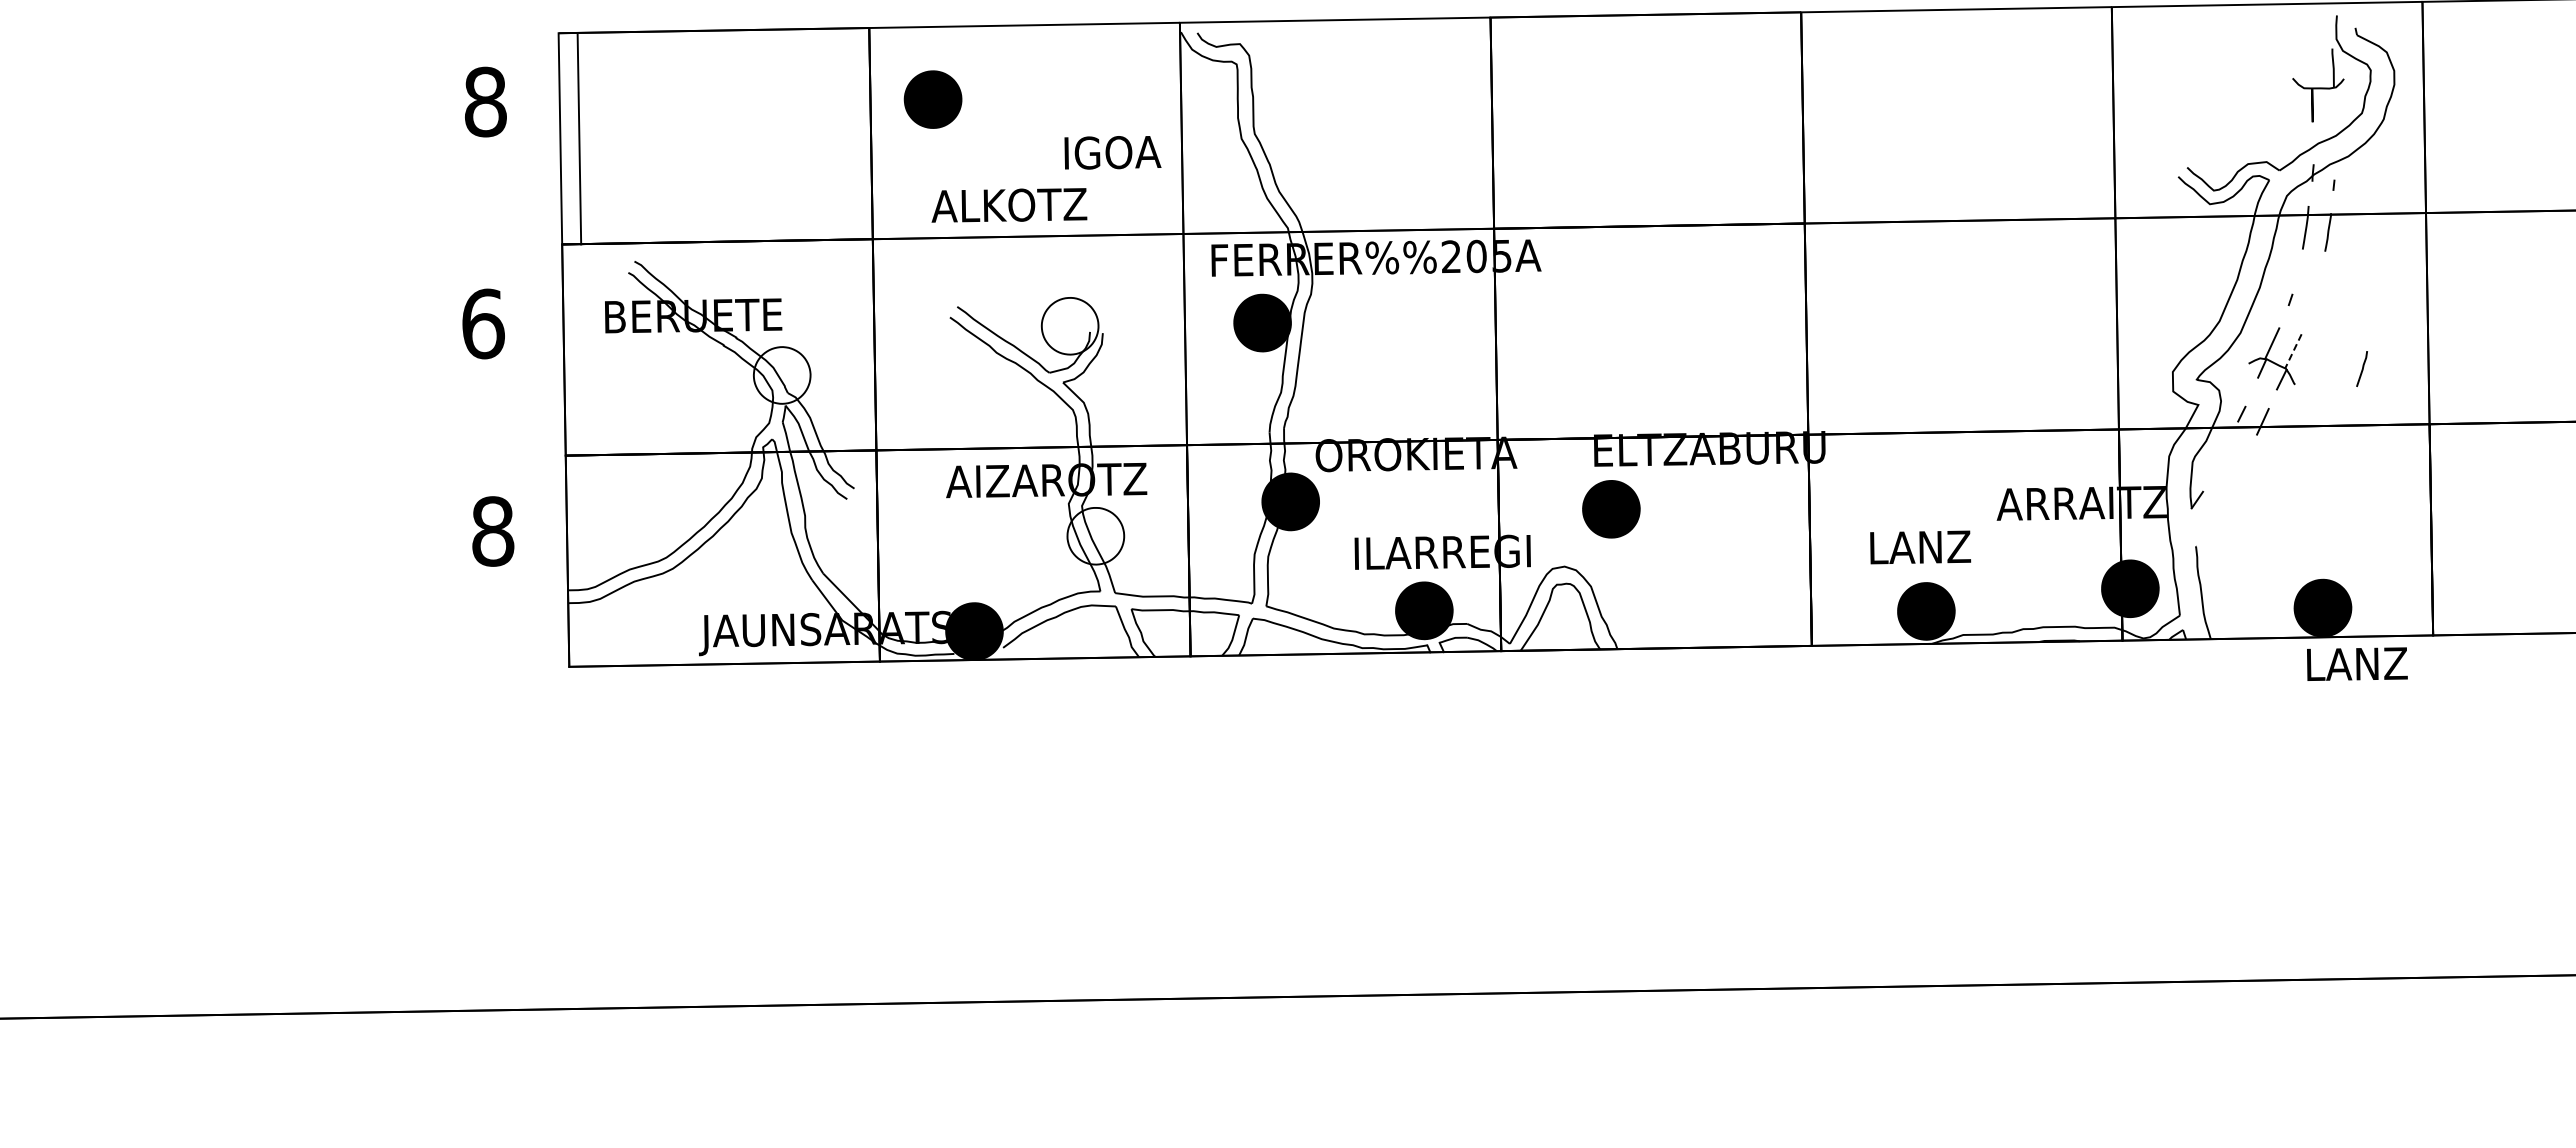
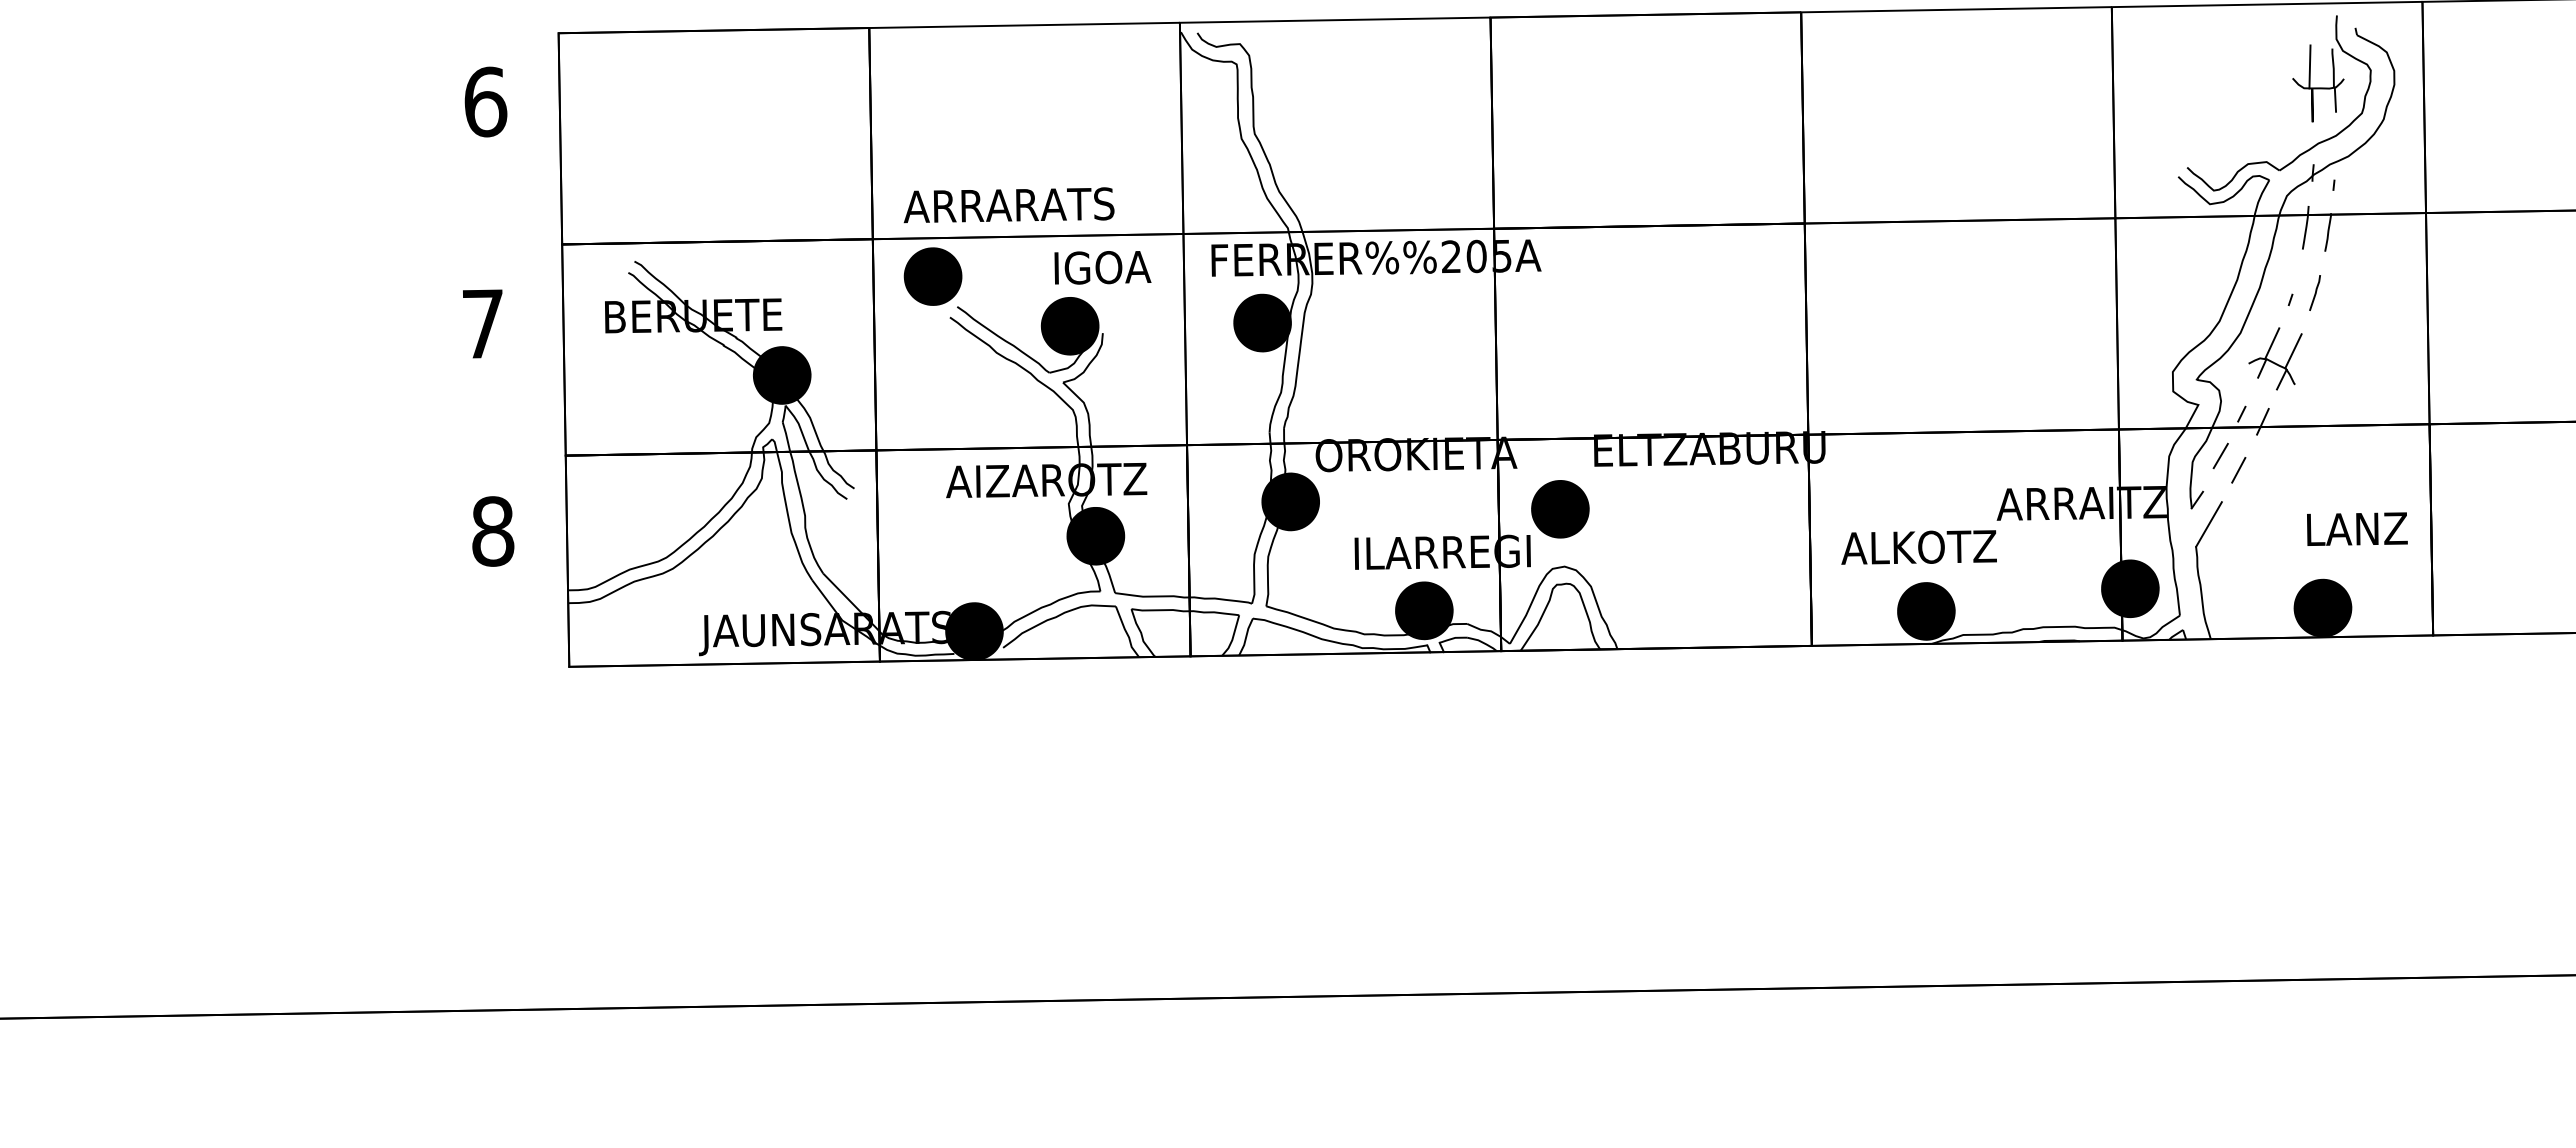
line at (2309, 66): none -> present
part at (932, 99) position: (932, 99) -> (932, 276)
line at (2335, 99): none -> present
text at (485, 101): 8 -> 6
line at (579, 138) position: (579, 138) -> (560, 138)
text at (1112, 152) position: (1112, 152) -> (1102, 267)
text at (1008, 205): ALKOTZ -> ARRARATS
text at (483, 323): 6 -> 7
fill at (1069, 325): none -> present
line at (2293, 351): dashed -> solid
line at (2362, 368) position: (2362, 368) -> (2315, 292)
fill at (781, 375): none -> present
line at (2220, 455): none -> present
line at (2238, 469): none -> present
part at (1611, 509) position: (1611, 509) -> (1560, 509)
line at (2208, 524): none -> present
fill at (1095, 535): none -> present
text at (1918, 547): LANZ -> ALKOTZ
text at (2357, 663) position: (2357, 663) -> (2357, 528)
